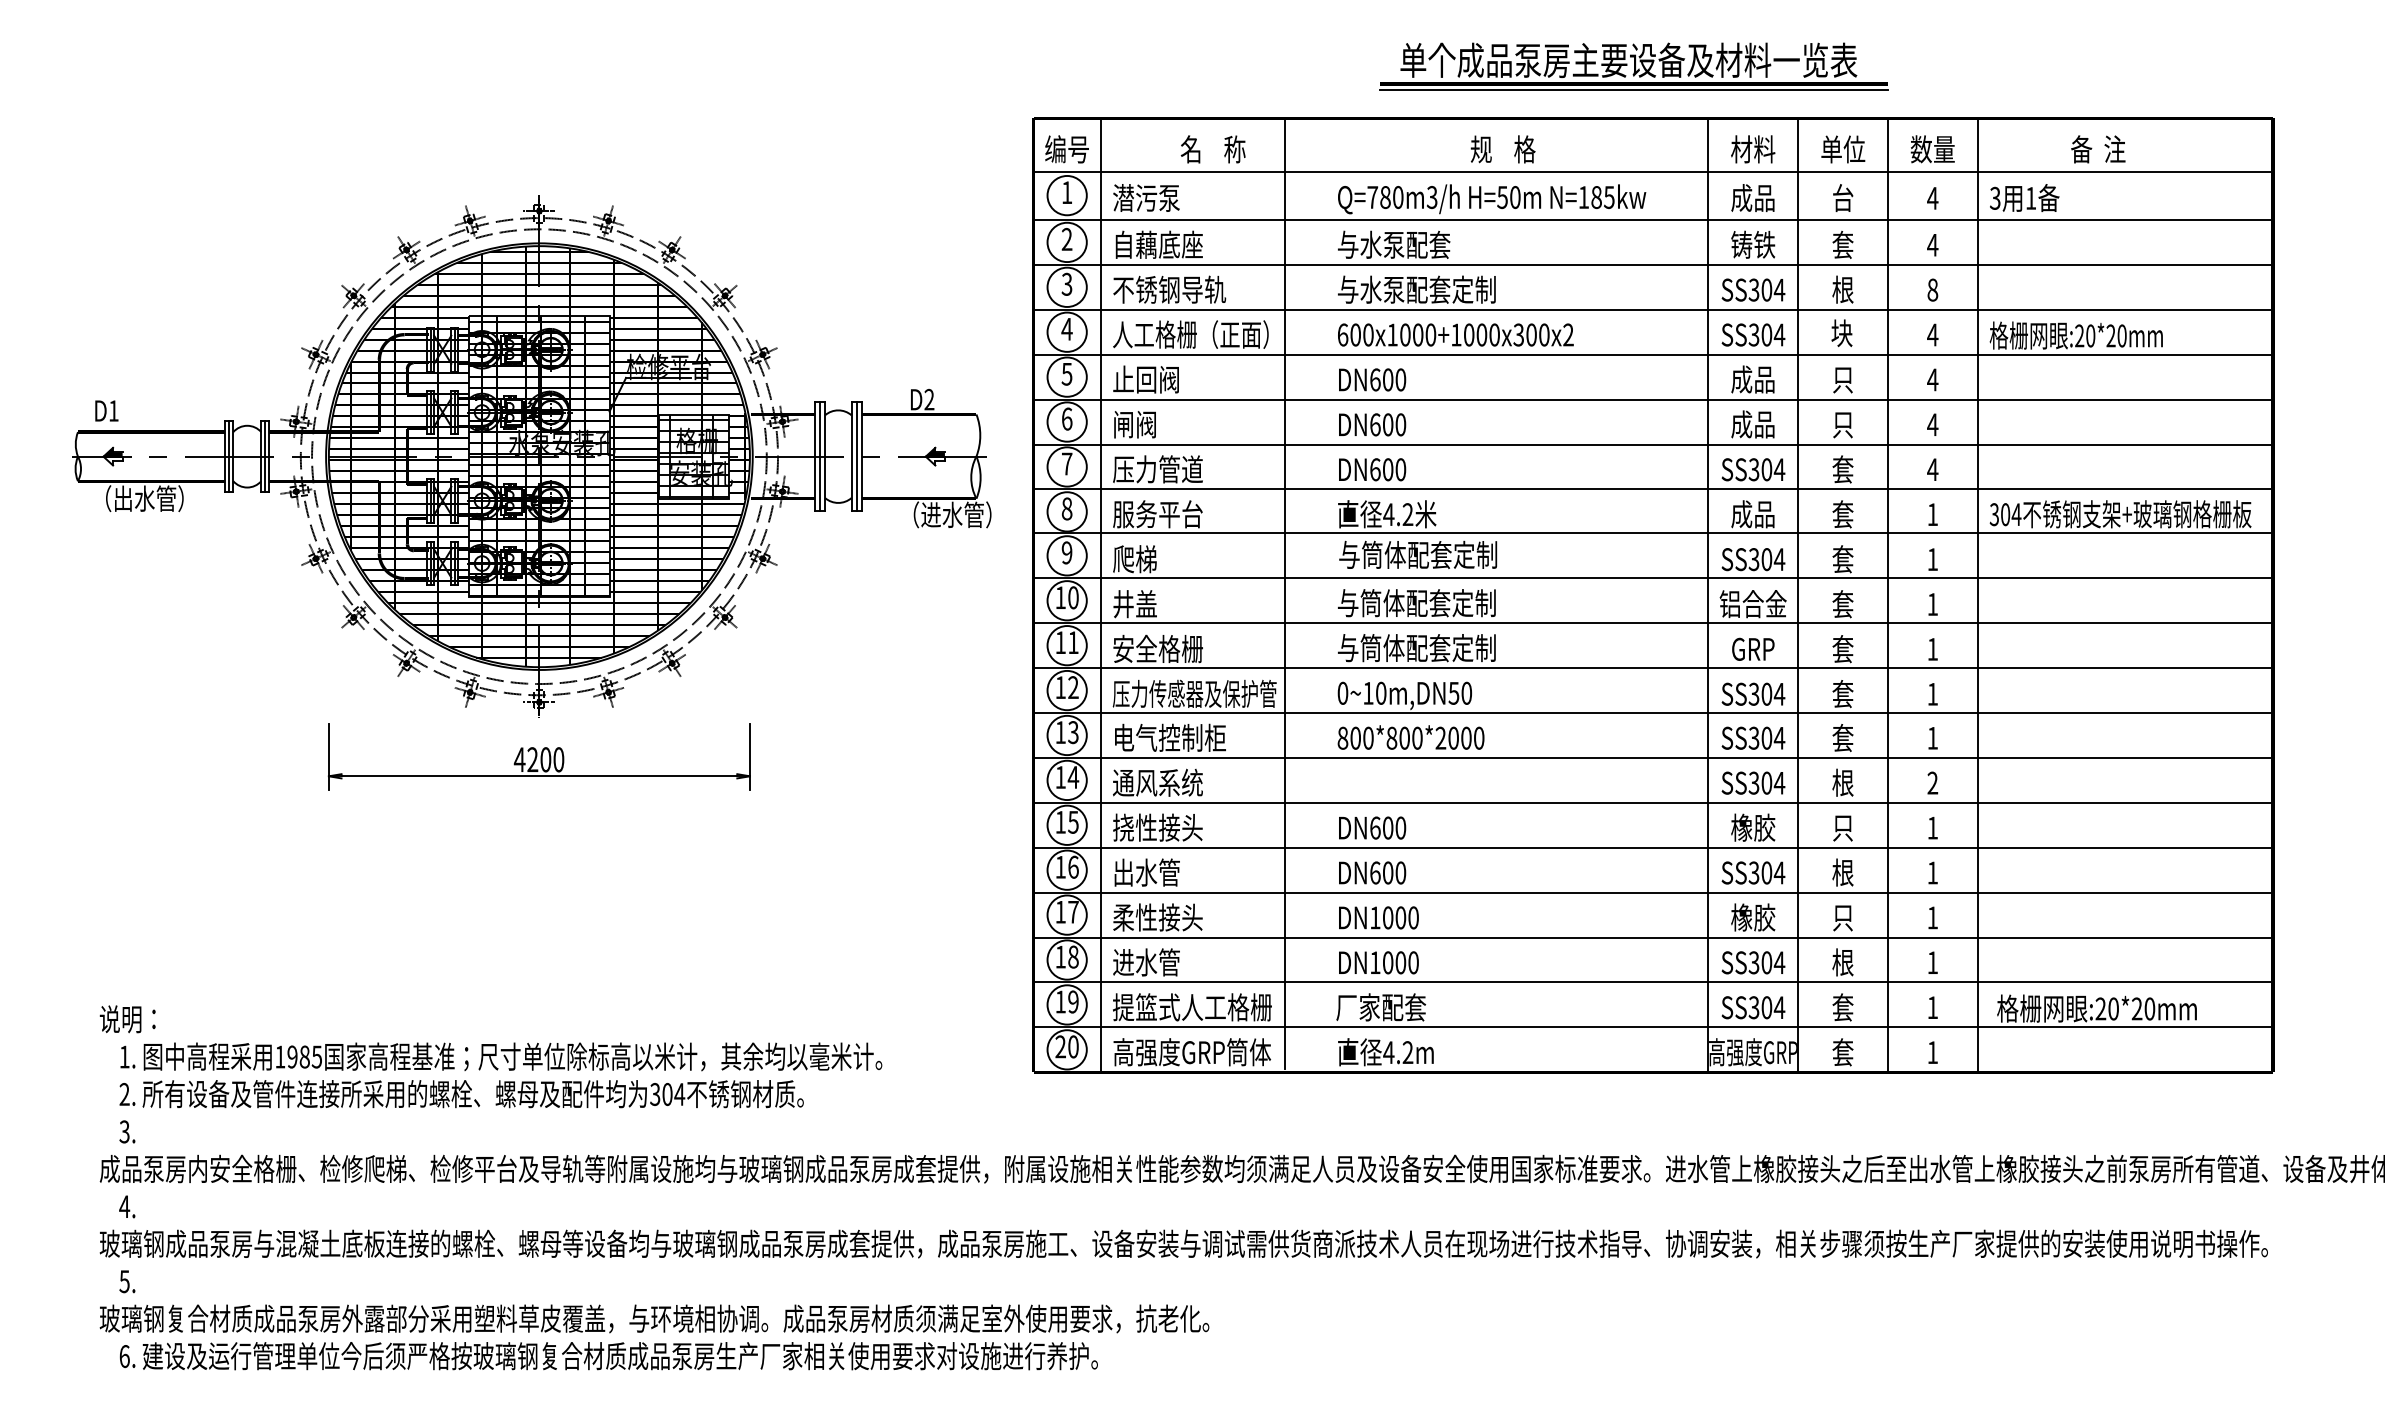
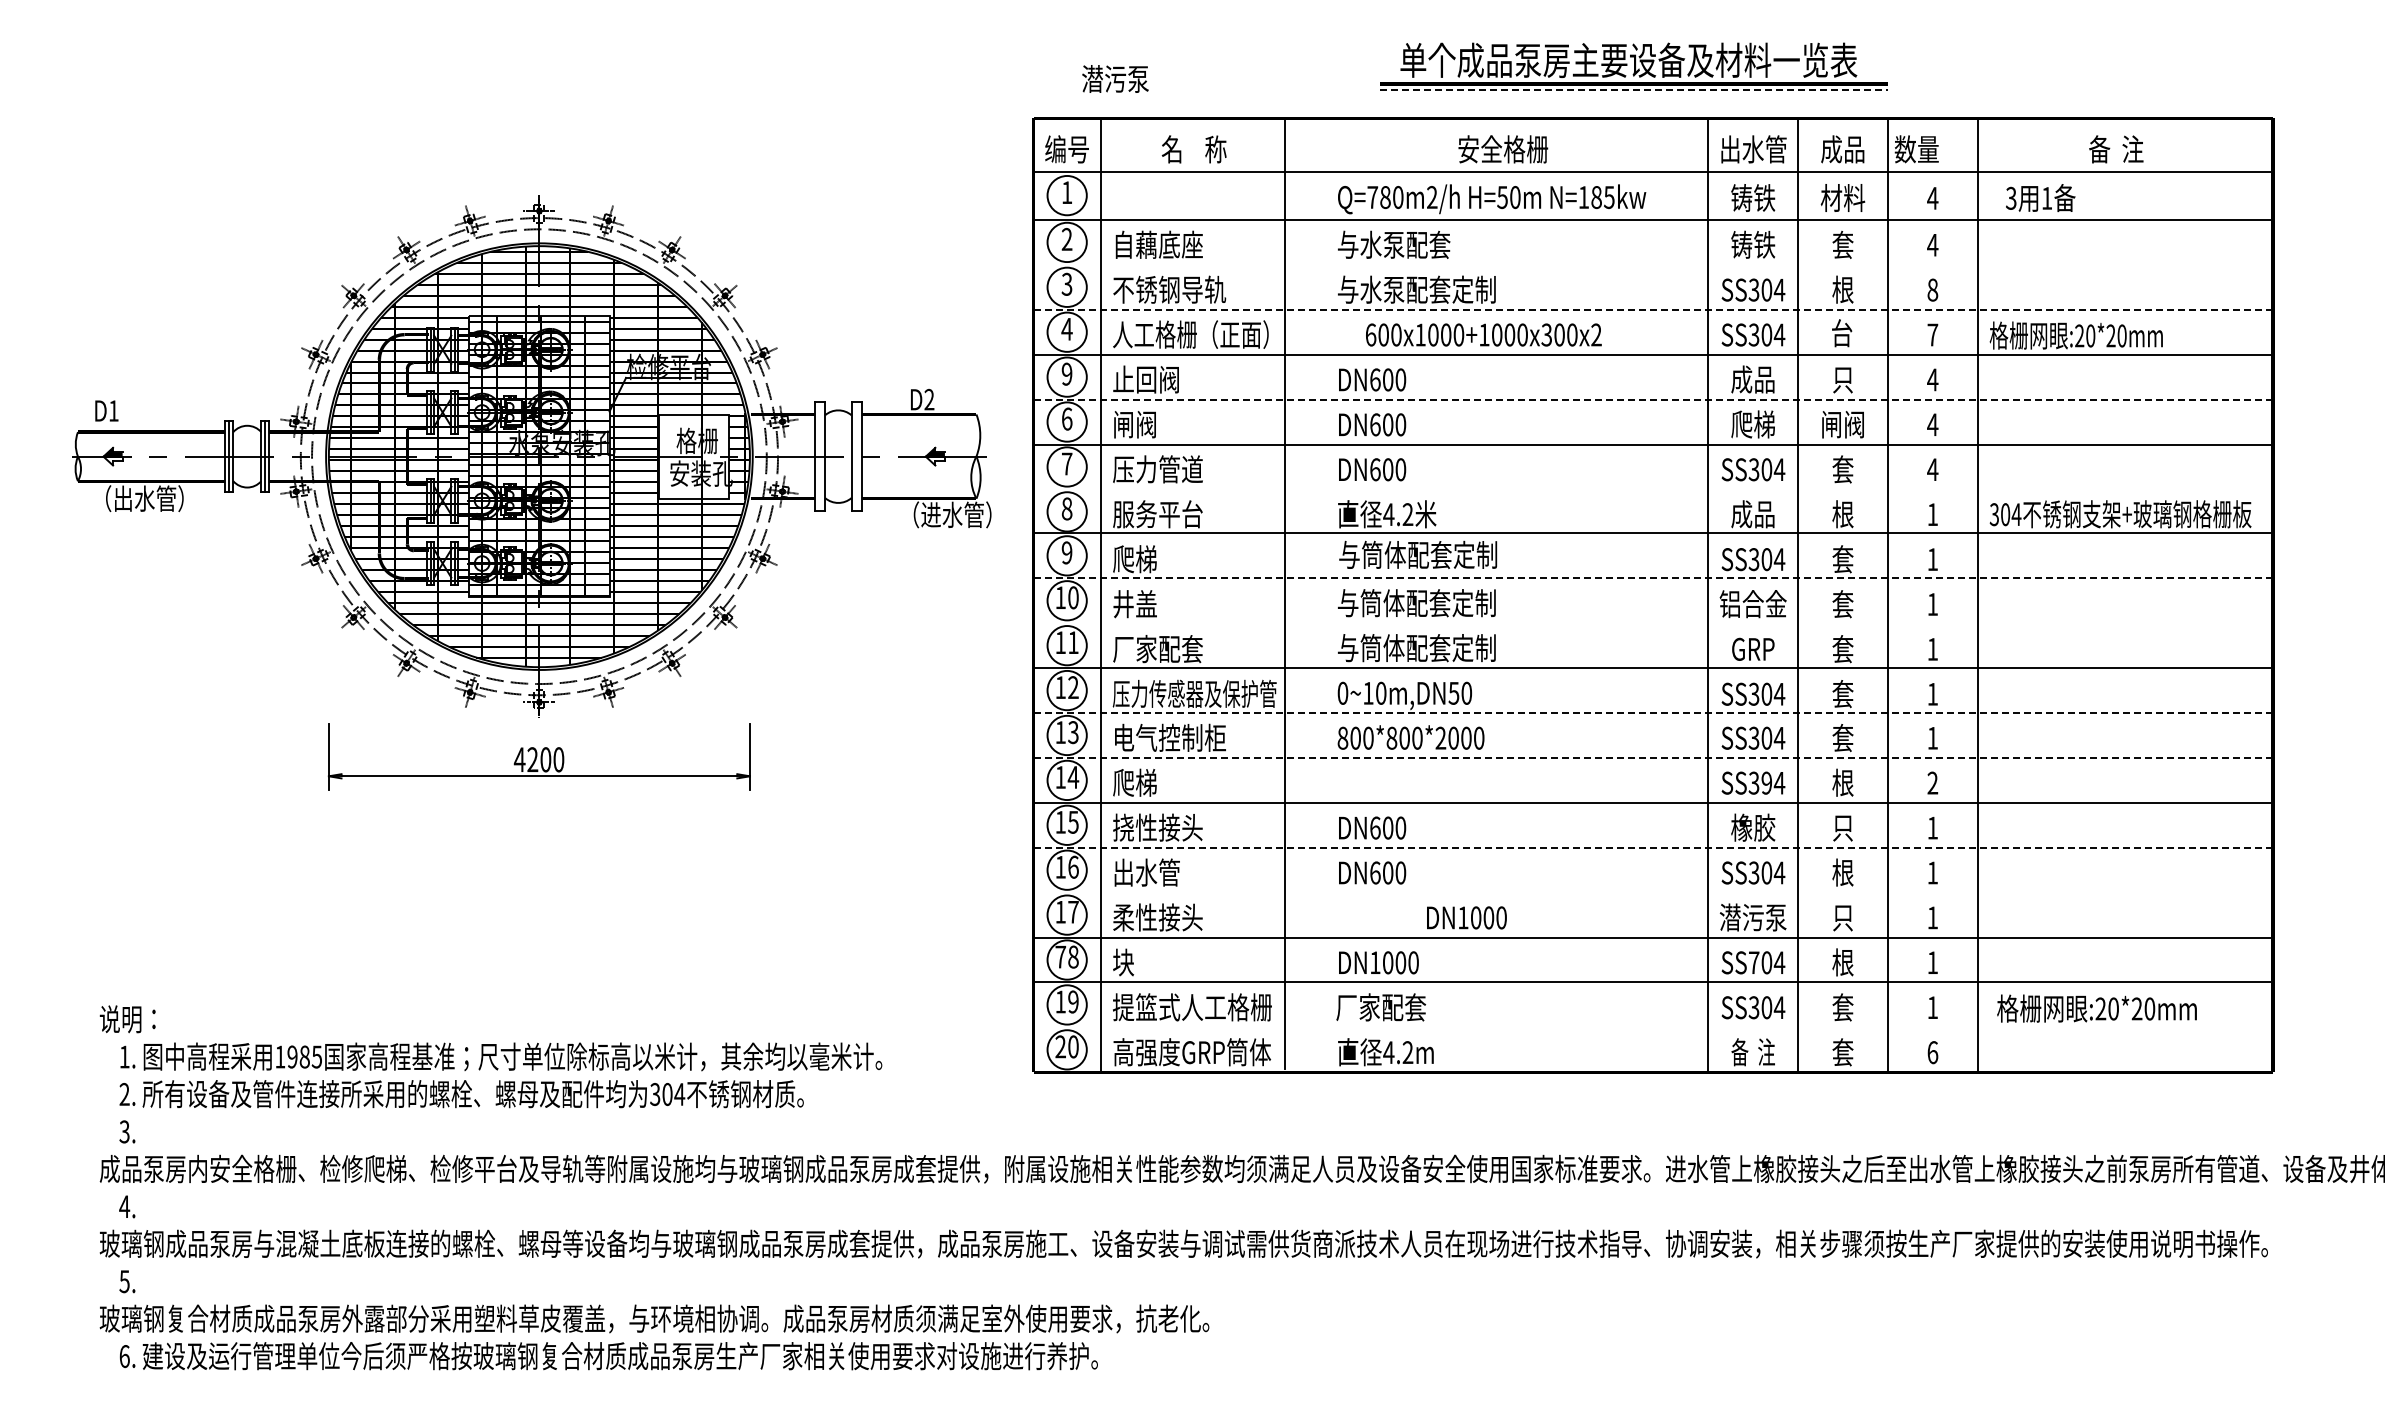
line at (1633, 89): solid -> dashed
text at (1212, 149) position: (1212, 149) -> (1193, 149)
text at (1503, 149): 规    格 -> 安全格栅
text at (1753, 149): 材料 -> 出水管
text at (1843, 149): 单位 -> 成品
text at (1932, 149) position: (1932, 149) -> (1916, 149)
text at (2098, 149) position: (2098, 149) -> (2116, 149)
text at (1146, 197) position: (1146, 197) -> (1115, 78)
text at (1432, 197): Q=780m3/h -> Q=780m2/h
text at (1842, 197): 台 -> 材料
text at (2024, 197) position: (2024, 197) -> (2040, 197)
text at (1753, 198): 成品 -> 铸铁
line at (1653, 264): present -> none
line at (1653, 309): solid -> dashed
text at (1841, 333): 块 -> 台
text at (1455, 334) position: (1455, 334) -> (1483, 334)
text at (1932, 334): 4 -> 7
text at (1066, 373): 5 -> 9
line at (1653, 399): solid -> dashed
text at (1752, 424): 成品 -> 爬梯
text at (1842, 424): 只 -> 闸阀
hatch at (693, 456): present -> none
line at (820, 456): present -> none
line at (856, 456): present -> none
line at (1653, 489): present -> none
text at (1842, 514): 套 -> 根
line at (1653, 578): solid -> dashed
line at (1653, 623): present -> none
text at (1157, 648): 安全格栅 -> 厂家配套
line at (1653, 713): solid -> dashed
line at (1653, 757): solid -> dashed
text at (1157, 782): 通风系统 -> 爬梯
text at (1766, 782): SS304 -> SS394
line at (1653, 847): solid -> dashed
line at (1653, 892): present -> none
text at (1378, 917) position: (1378, 917) -> (1466, 917)
text at (1752, 917): 橡胶 -> 潜污泵
text at (1060, 956): 18 -> 78
text at (1146, 962): 进水管 -> 块
text at (1753, 962): SS304 -> SS704
line at (1653, 1027): present -> none
text at (1752, 1052): 高强度GRP -> 备  注
text at (1932, 1052): 1 -> 6
